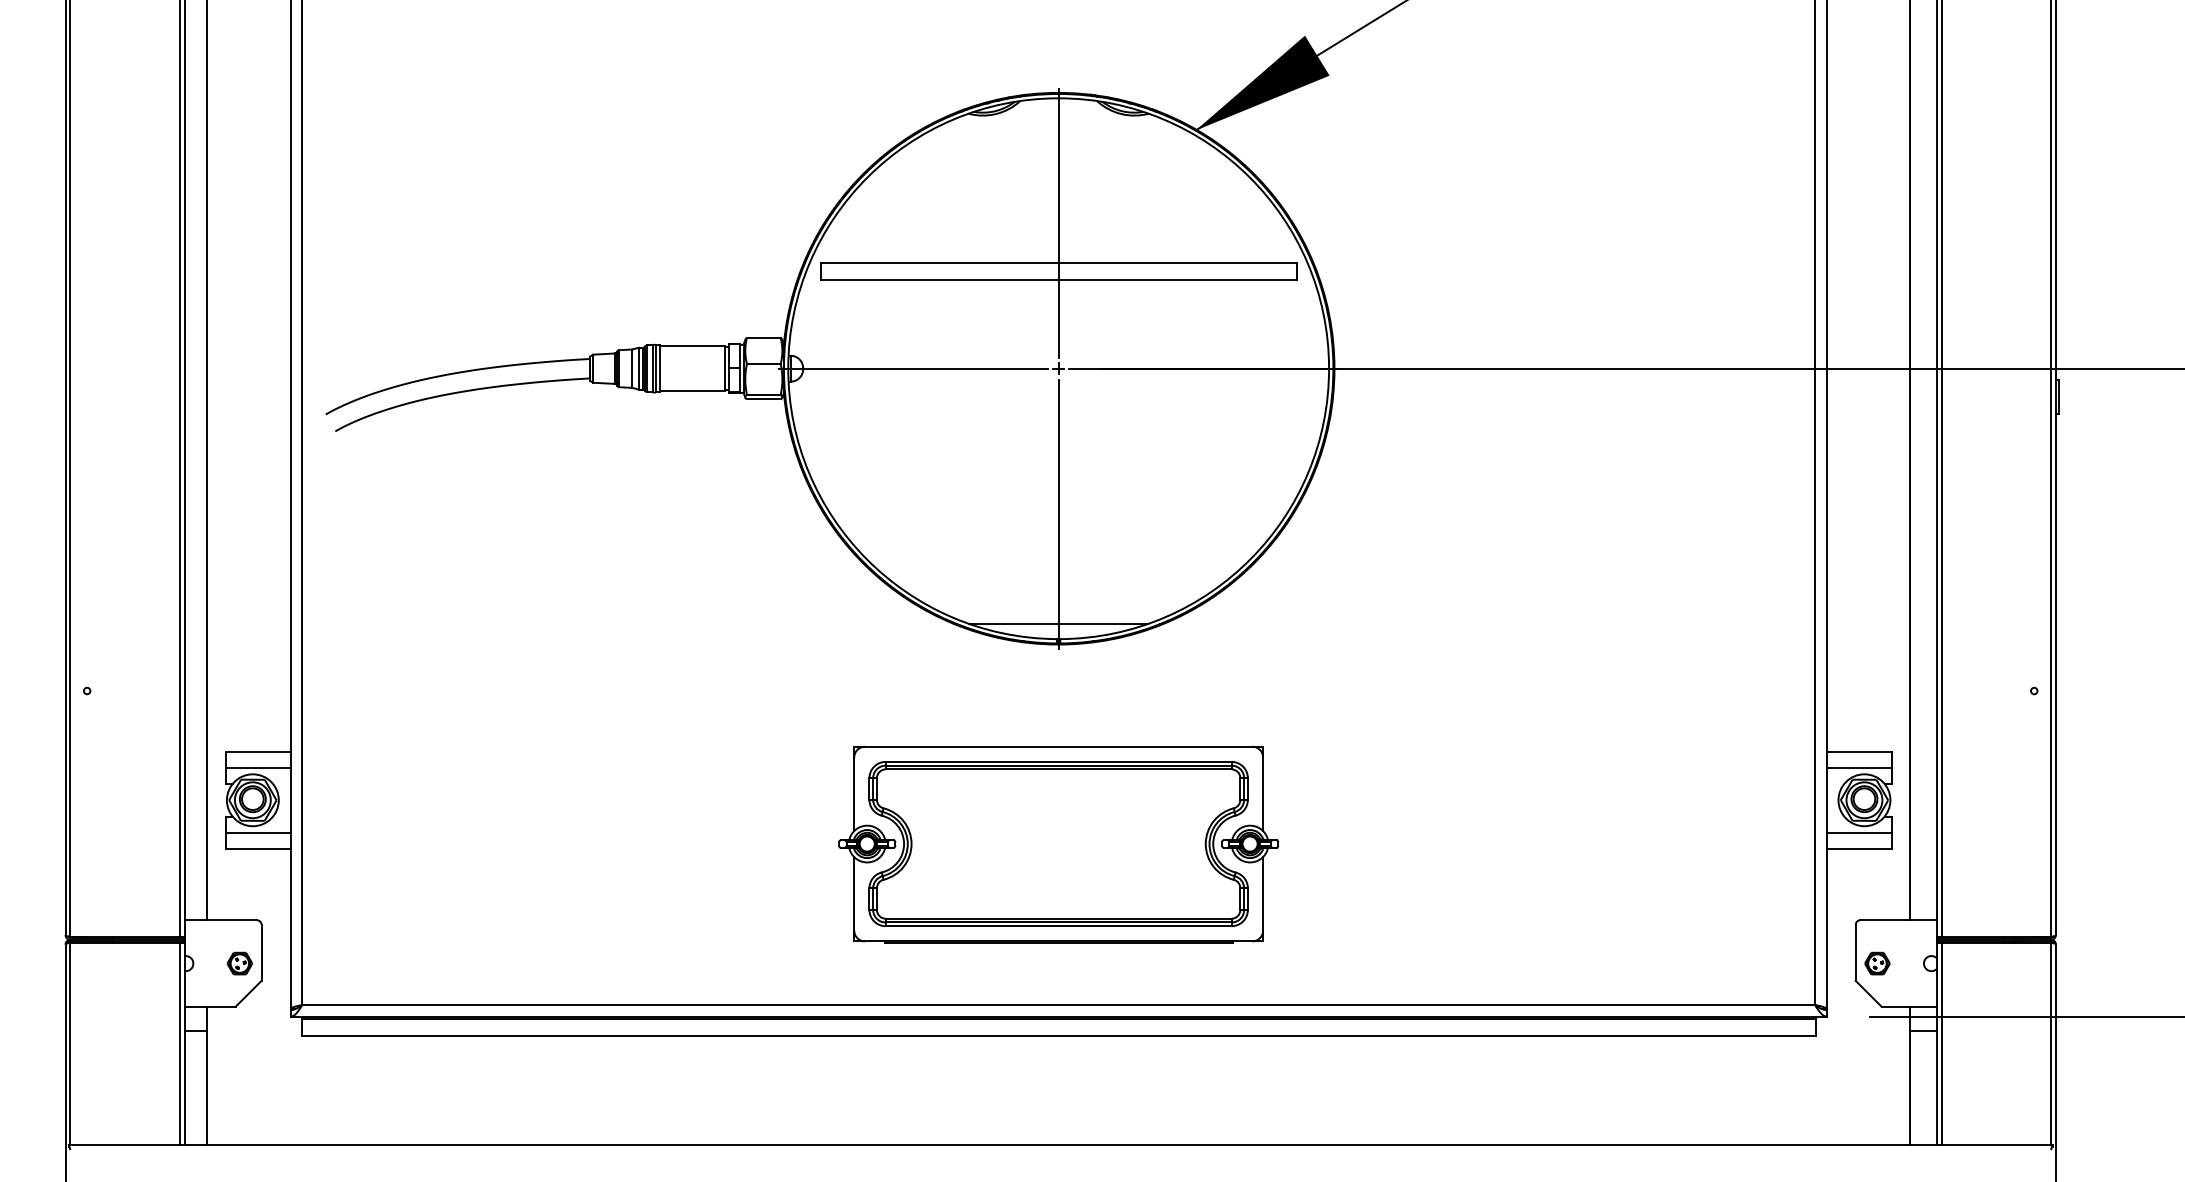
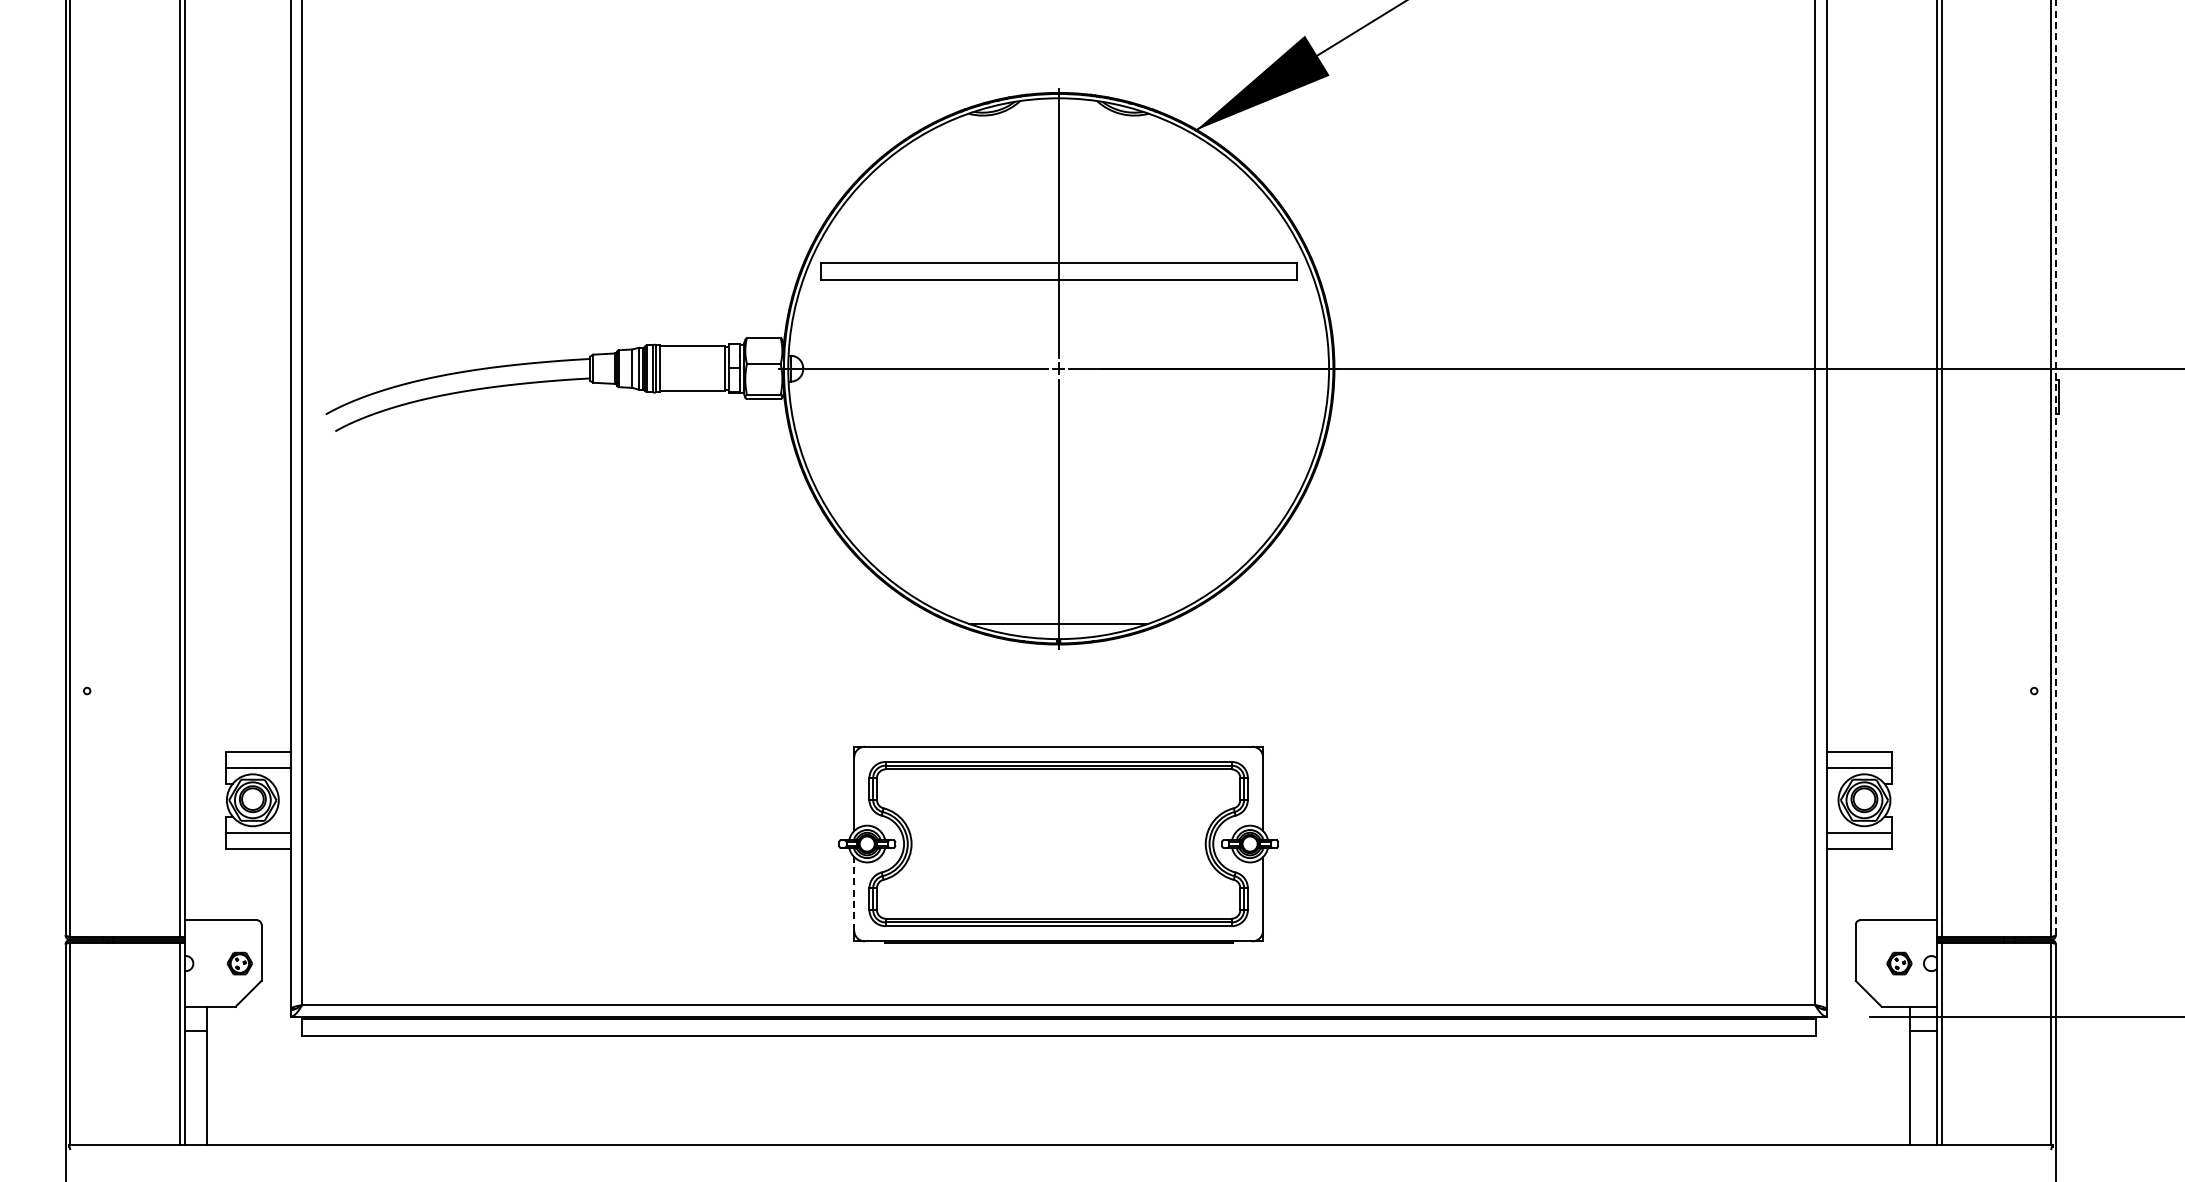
line at (207, 461): present -> none
line at (1909, 461): present -> none
line at (2055, 467): solid -> dashed
line at (854, 894): solid -> dashed
part at (1877, 963) position: (1877, 963) -> (1899, 963)
